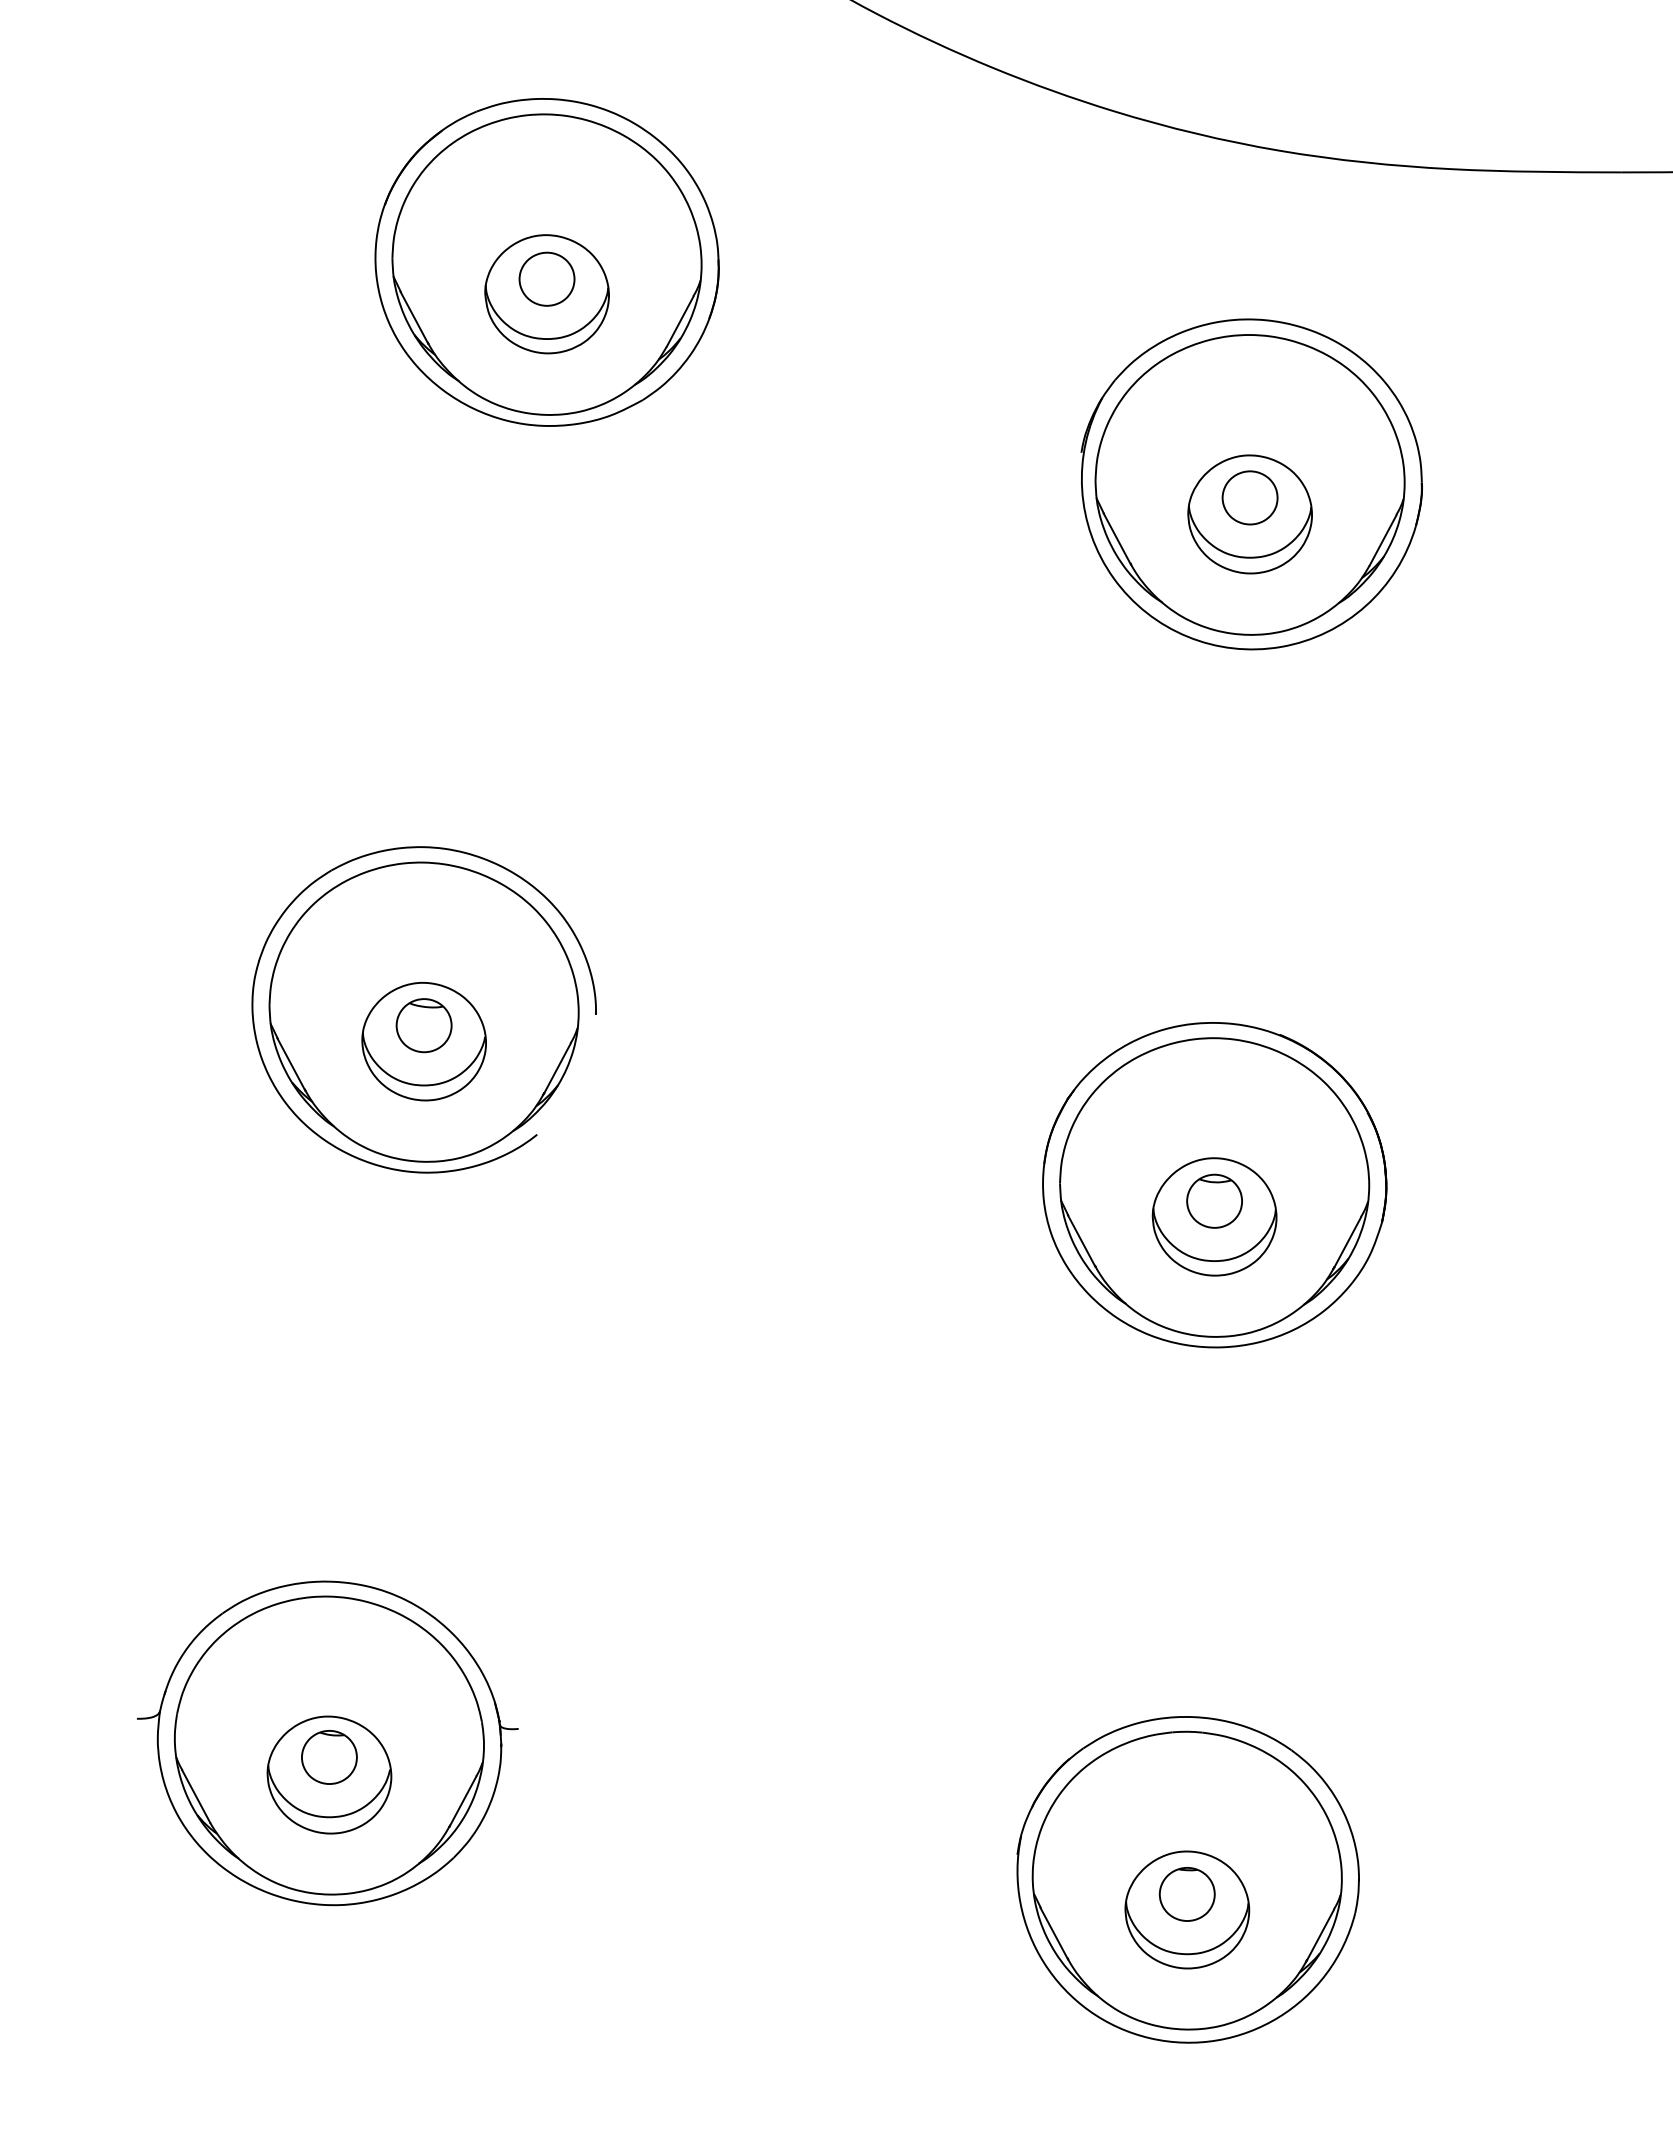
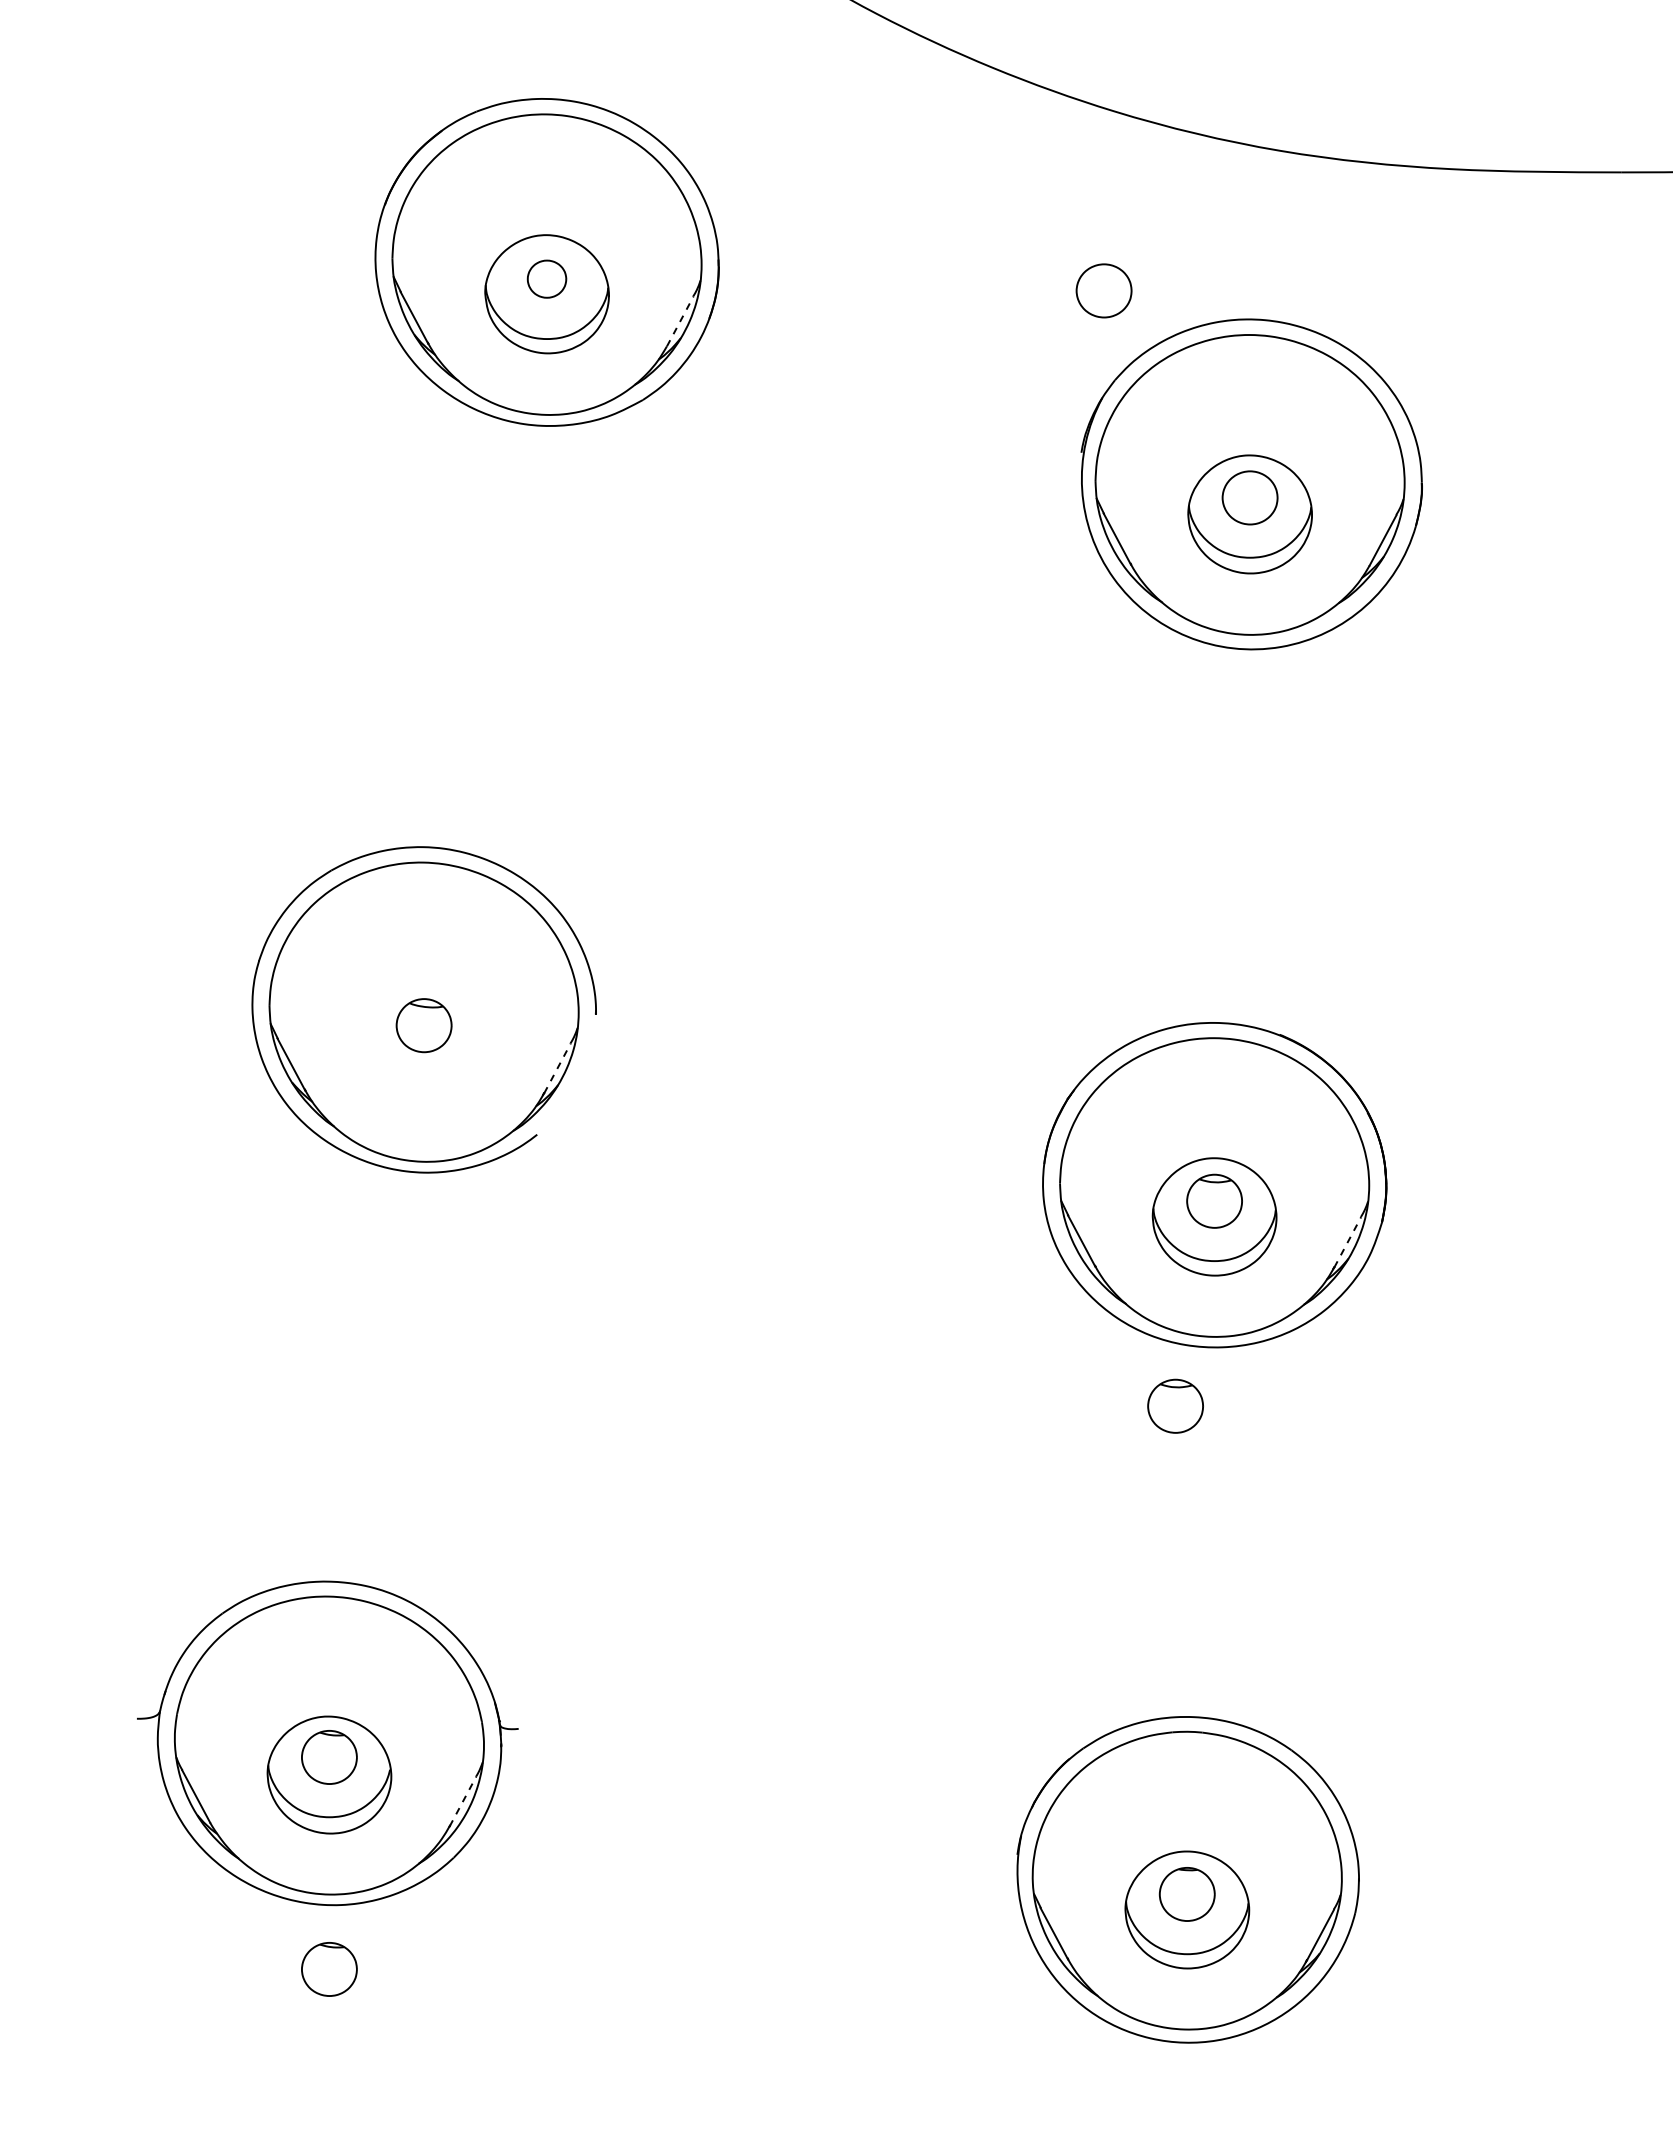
part at (546, 278) size: 58x56 px -> 42x40 px
part at (1103, 290): none -> present
line at (680, 321): solid -> dashed
part at (423, 1041): present -> none
line at (557, 1068): solid -> dashed
line at (1347, 1242): solid -> dashed
part at (1175, 1405): none -> present
line at (463, 1801): solid -> dashed
part at (329, 1969): none -> present
